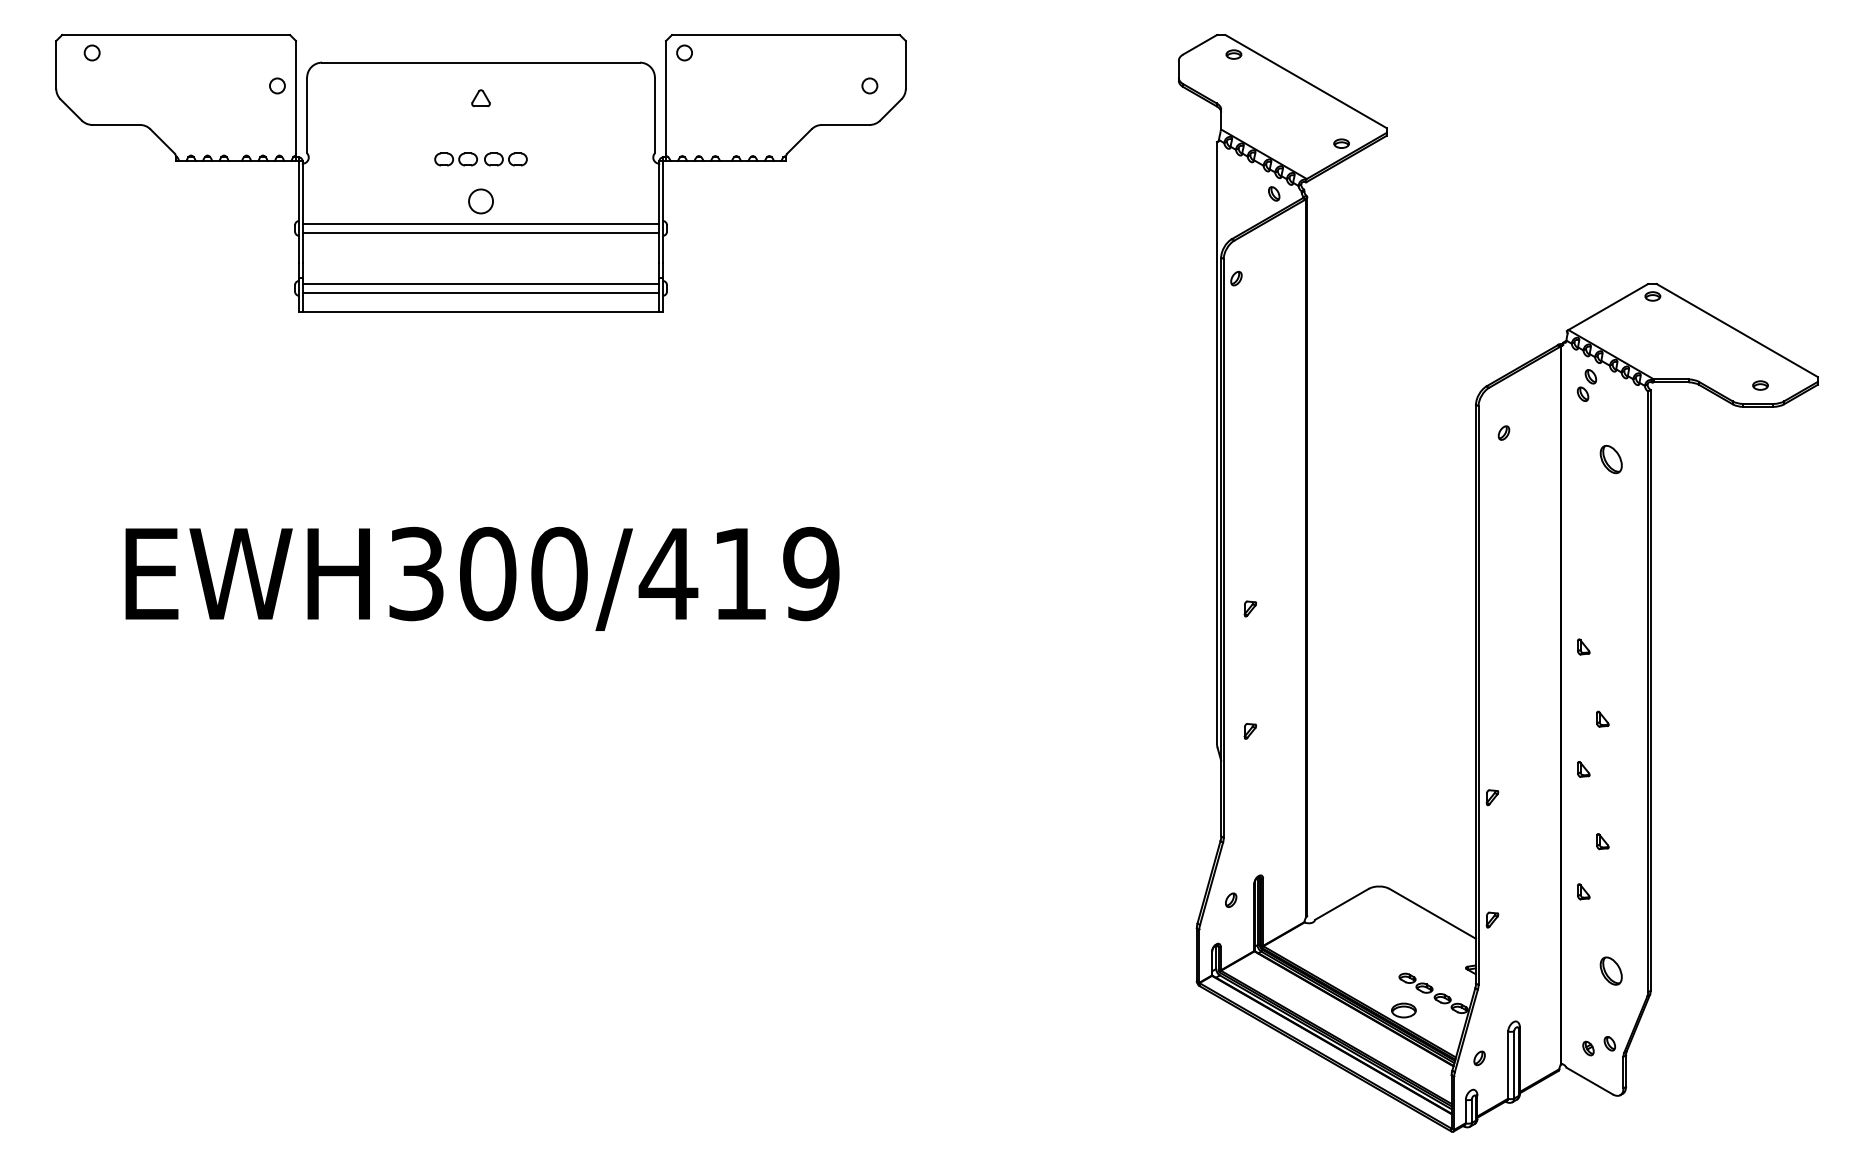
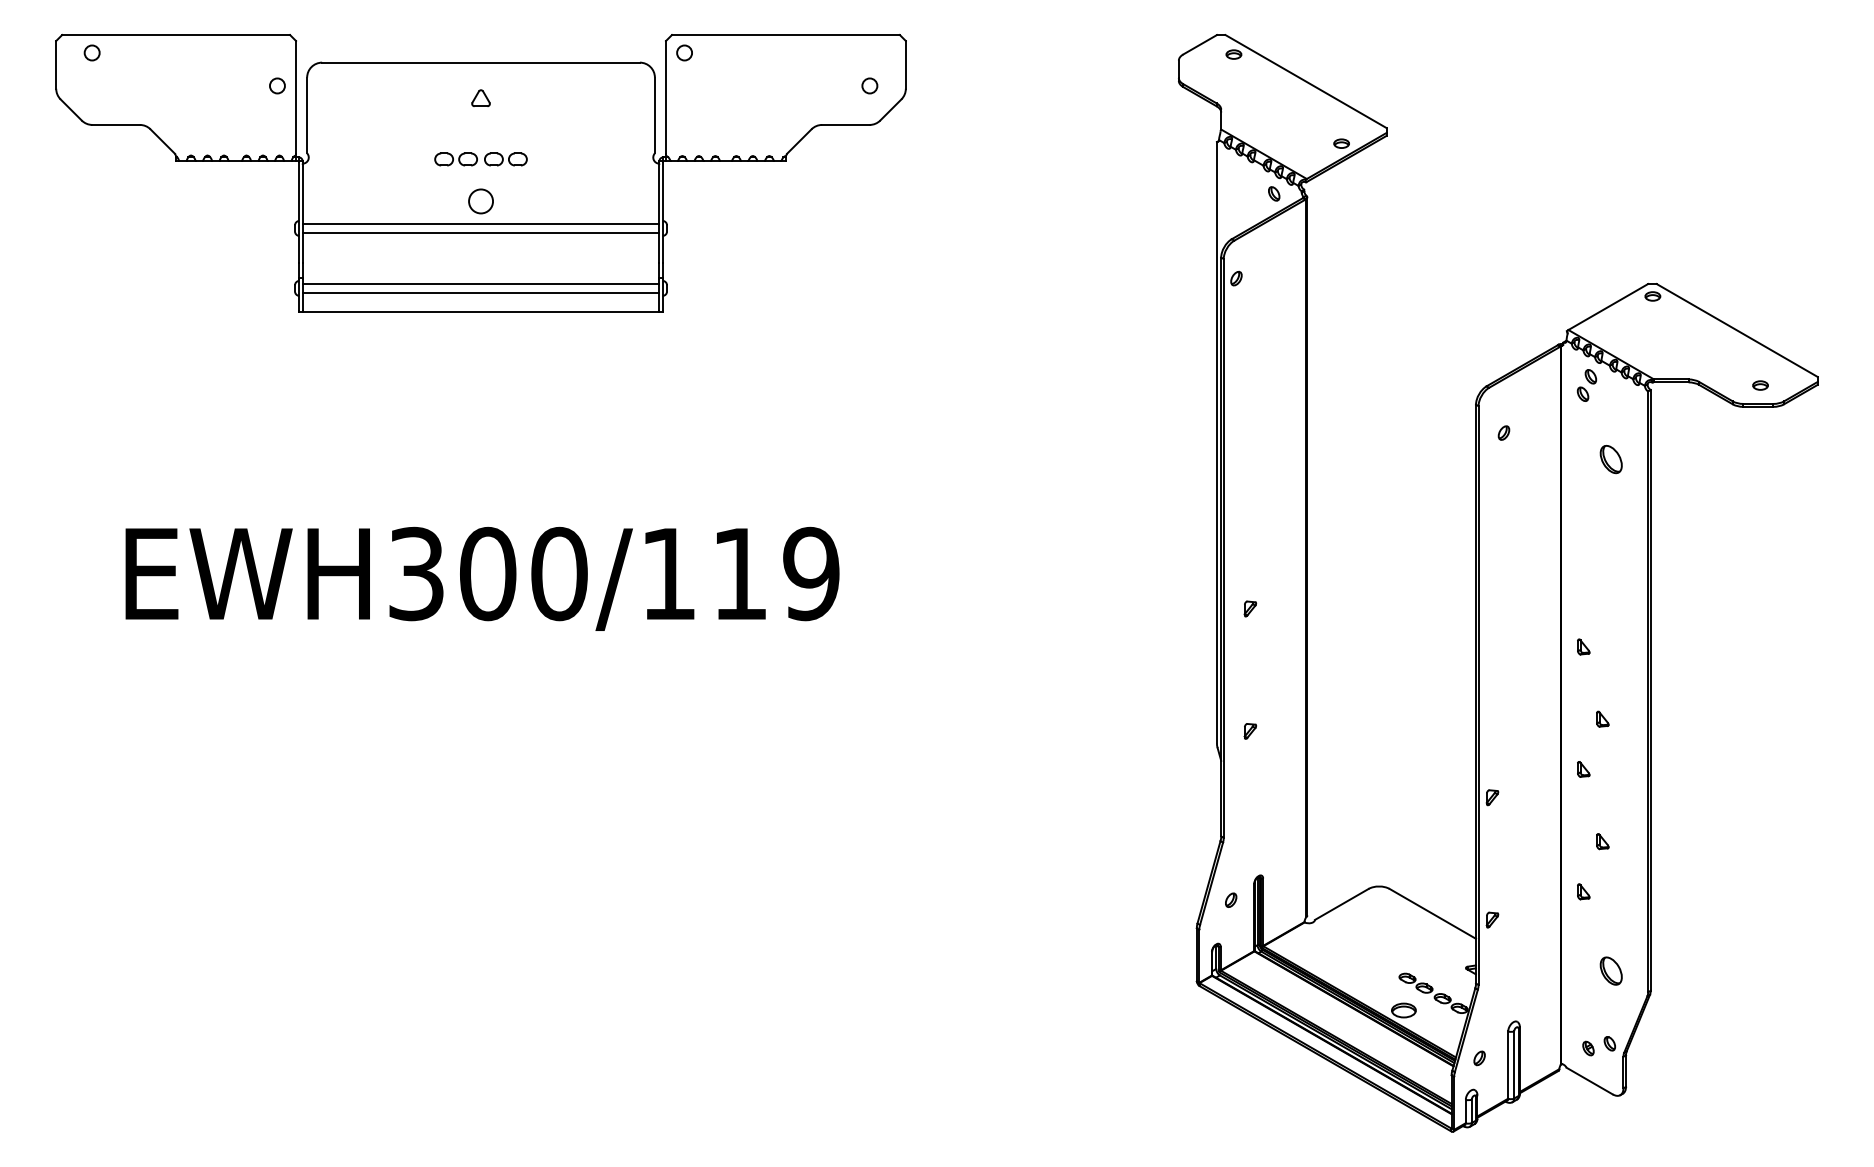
text at (668, 573): EWH300/419 -> EWH300/119
